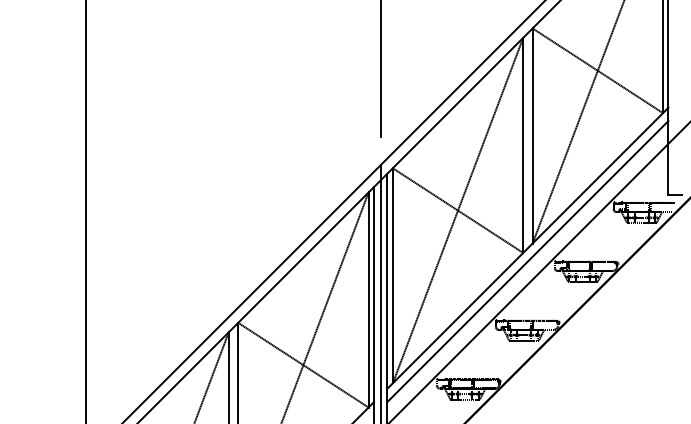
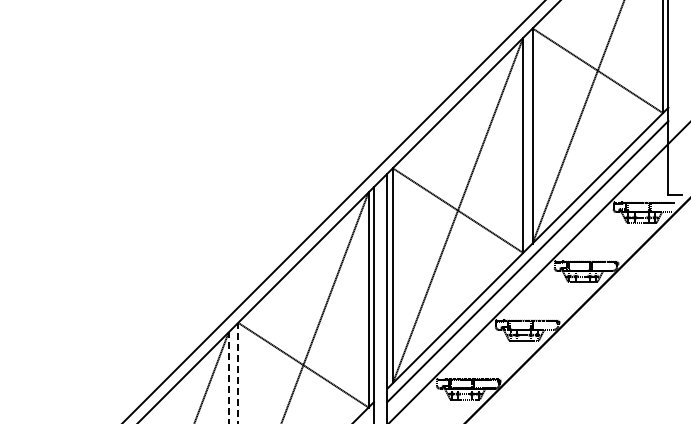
line at (380, 69): present -> none
line at (86, 211): present -> none
line at (380, 292): present -> none
line at (238, 372): solid -> dashed
line at (228, 378): solid -> dashed
